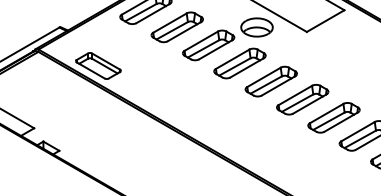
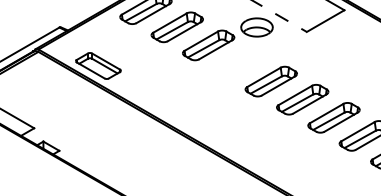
line at (279, 16): solid -> dashed
part at (239, 63): present -> none
